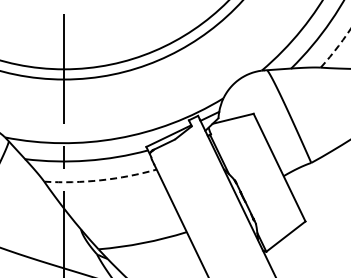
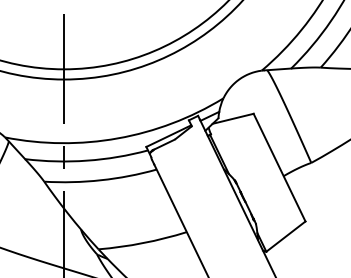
arc at (337, 47): dashed -> solid
arc at (100, 180): dashed -> solid
